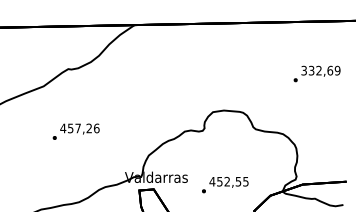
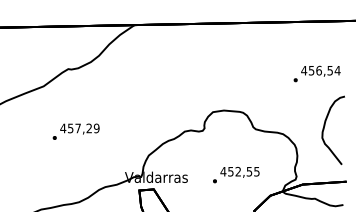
text at (320, 70): 332,69 -> 456,54
curve at (325, 126): none -> present
text at (96, 128): 457,26 -> 457,29
text at (225, 185) position: (225, 185) -> (236, 175)
